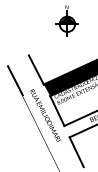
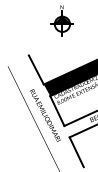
part at (66, 20) position: (66, 20) -> (61, 20)
line at (14, 80): present -> none
